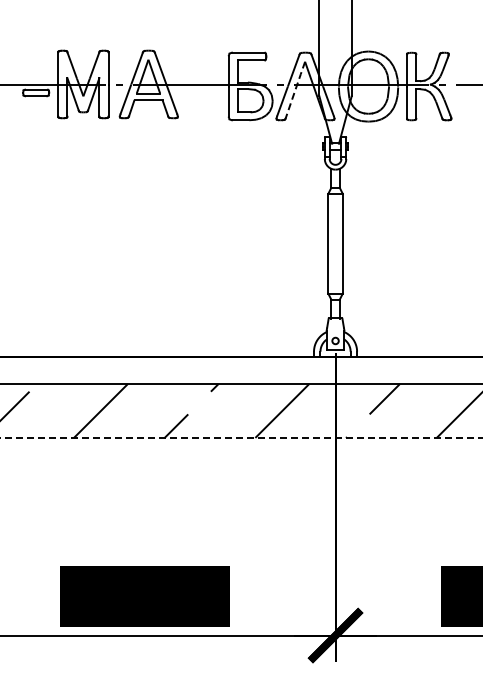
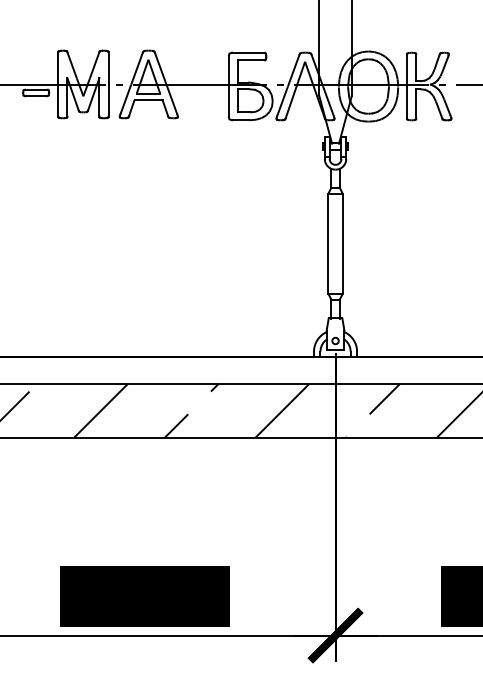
line at (295, 89): dashed -> solid
line at (241, 437): dashed -> solid
